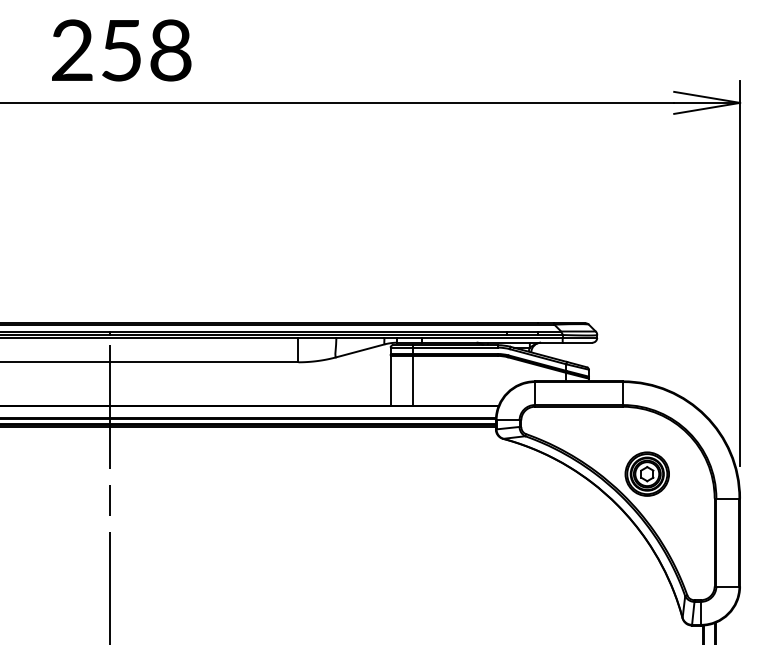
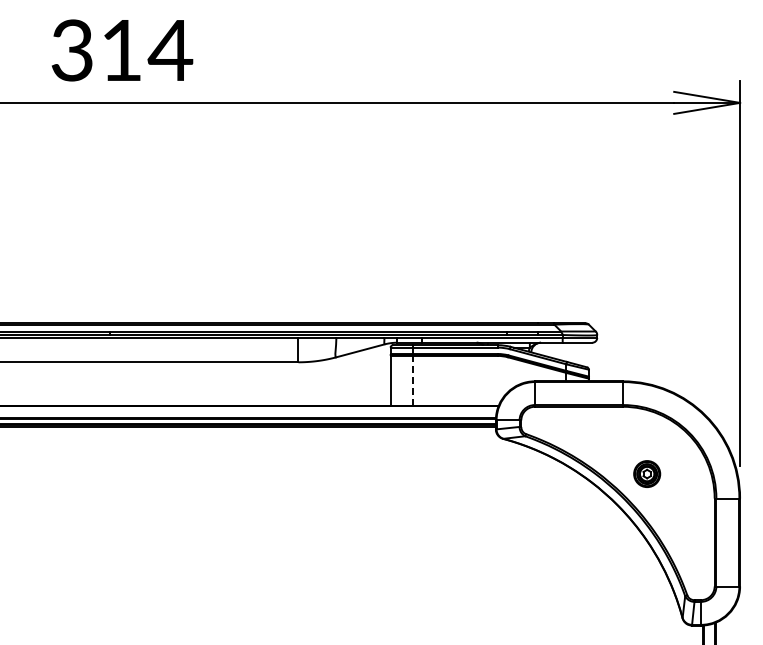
text at (122, 50): 258 -> 314
line at (413, 380): solid -> dashed
part at (646, 473) size: 46x46 px -> 29x28 px
line at (109, 492): present -> none
